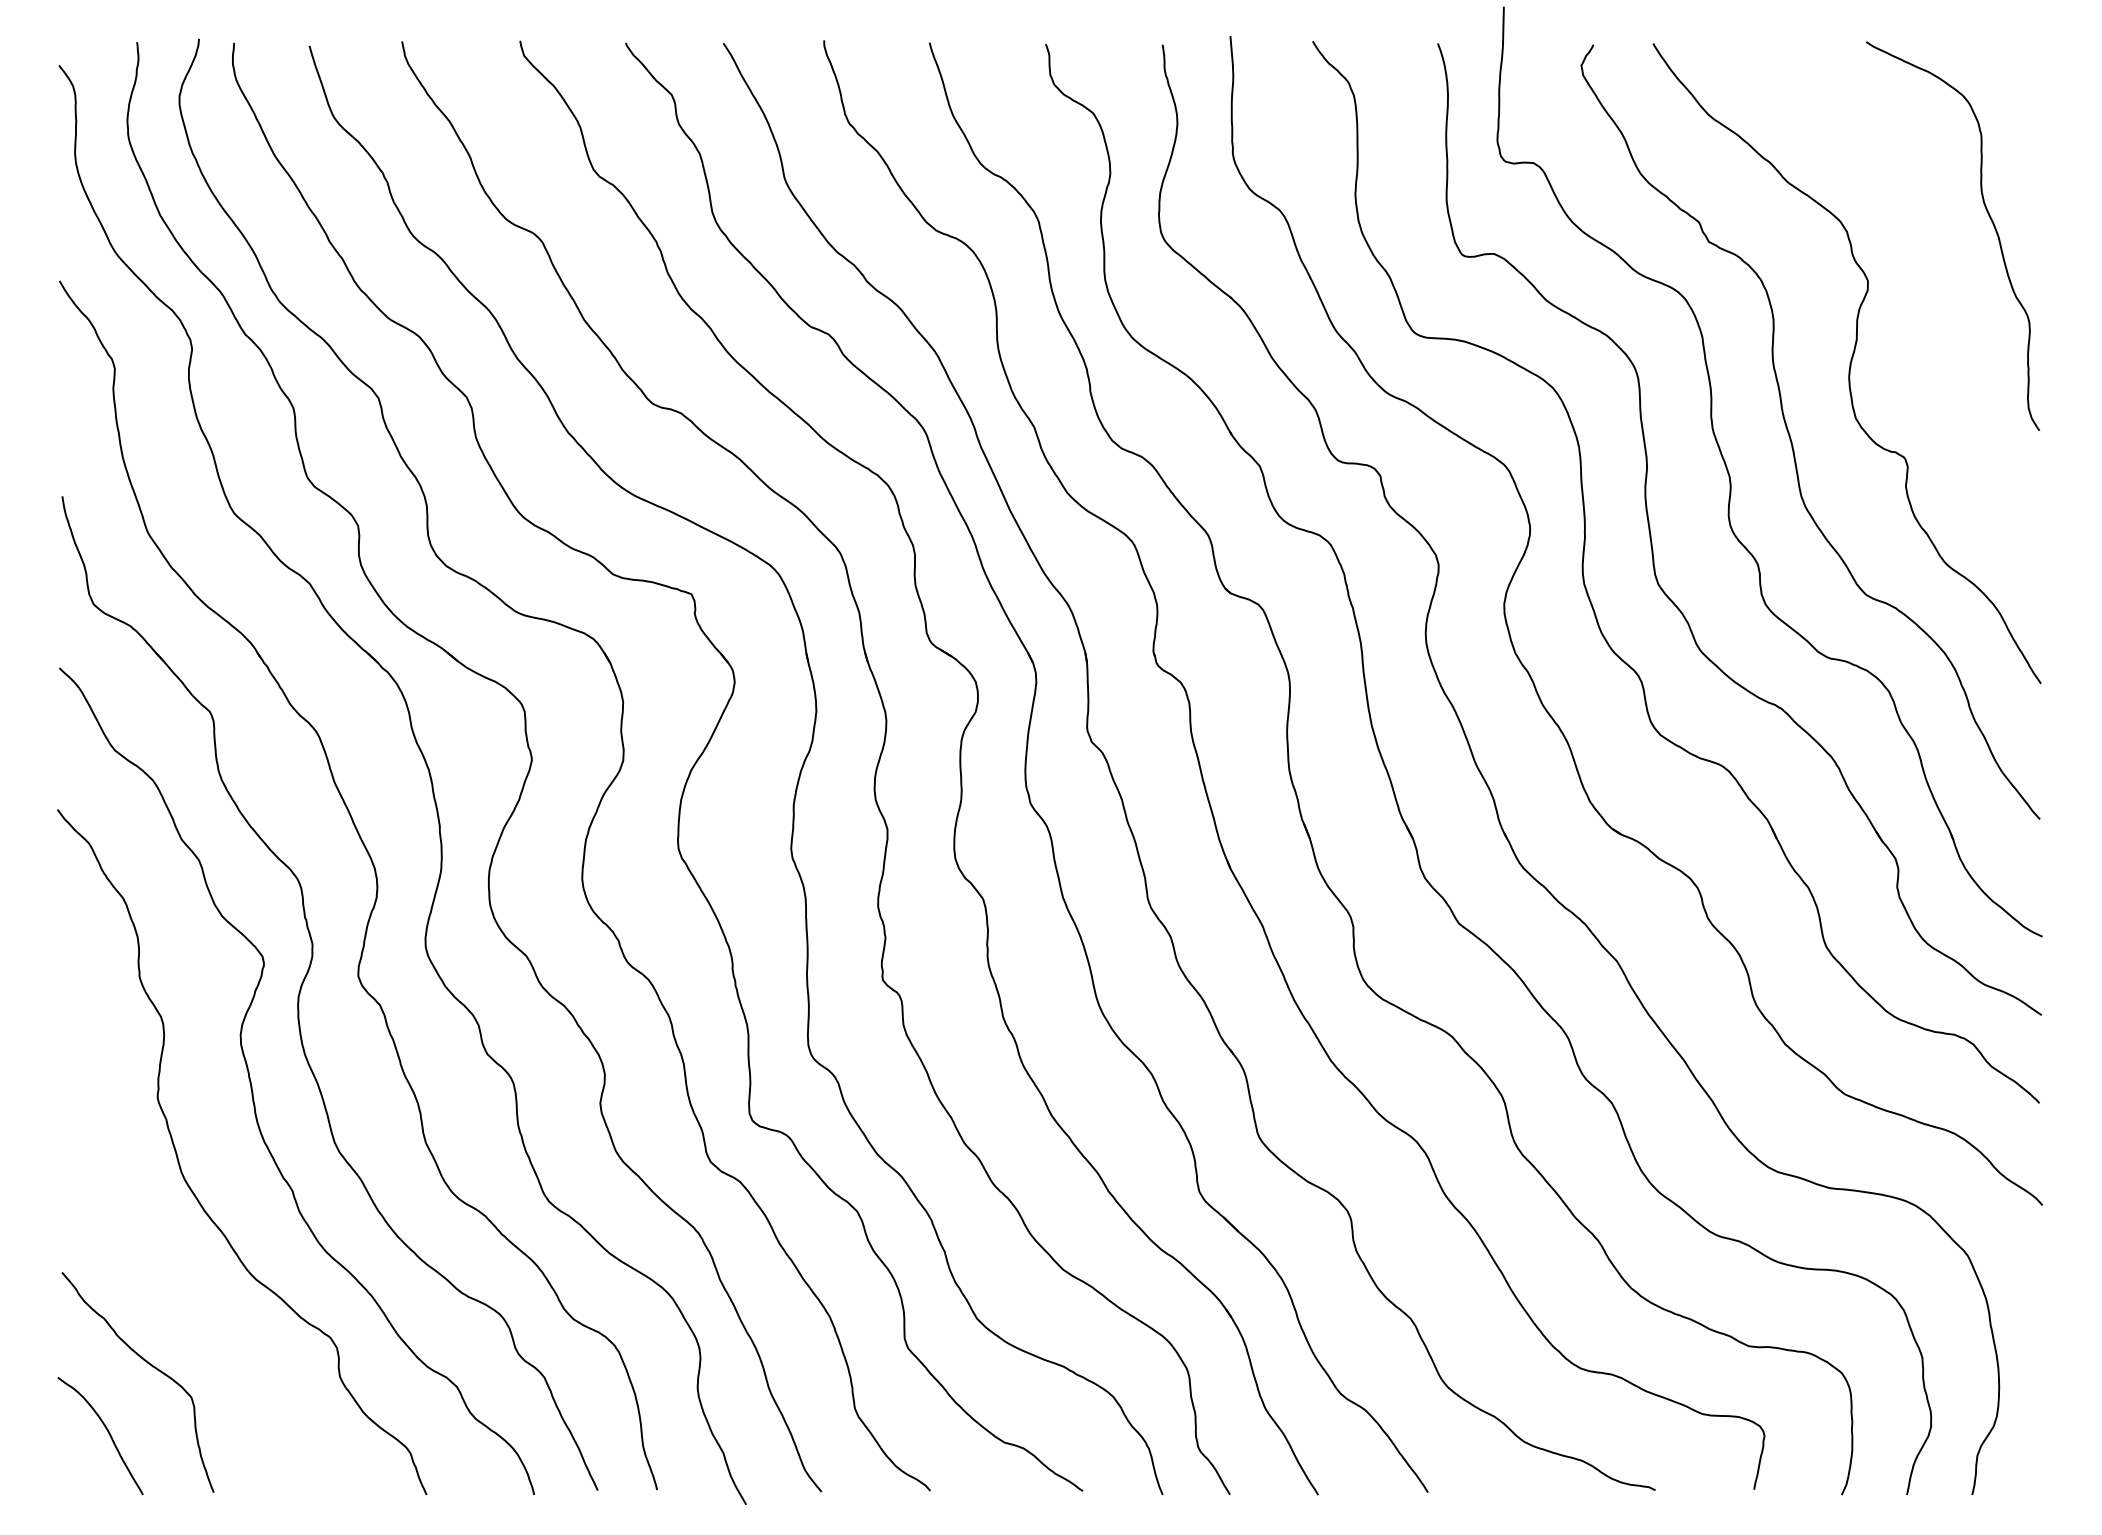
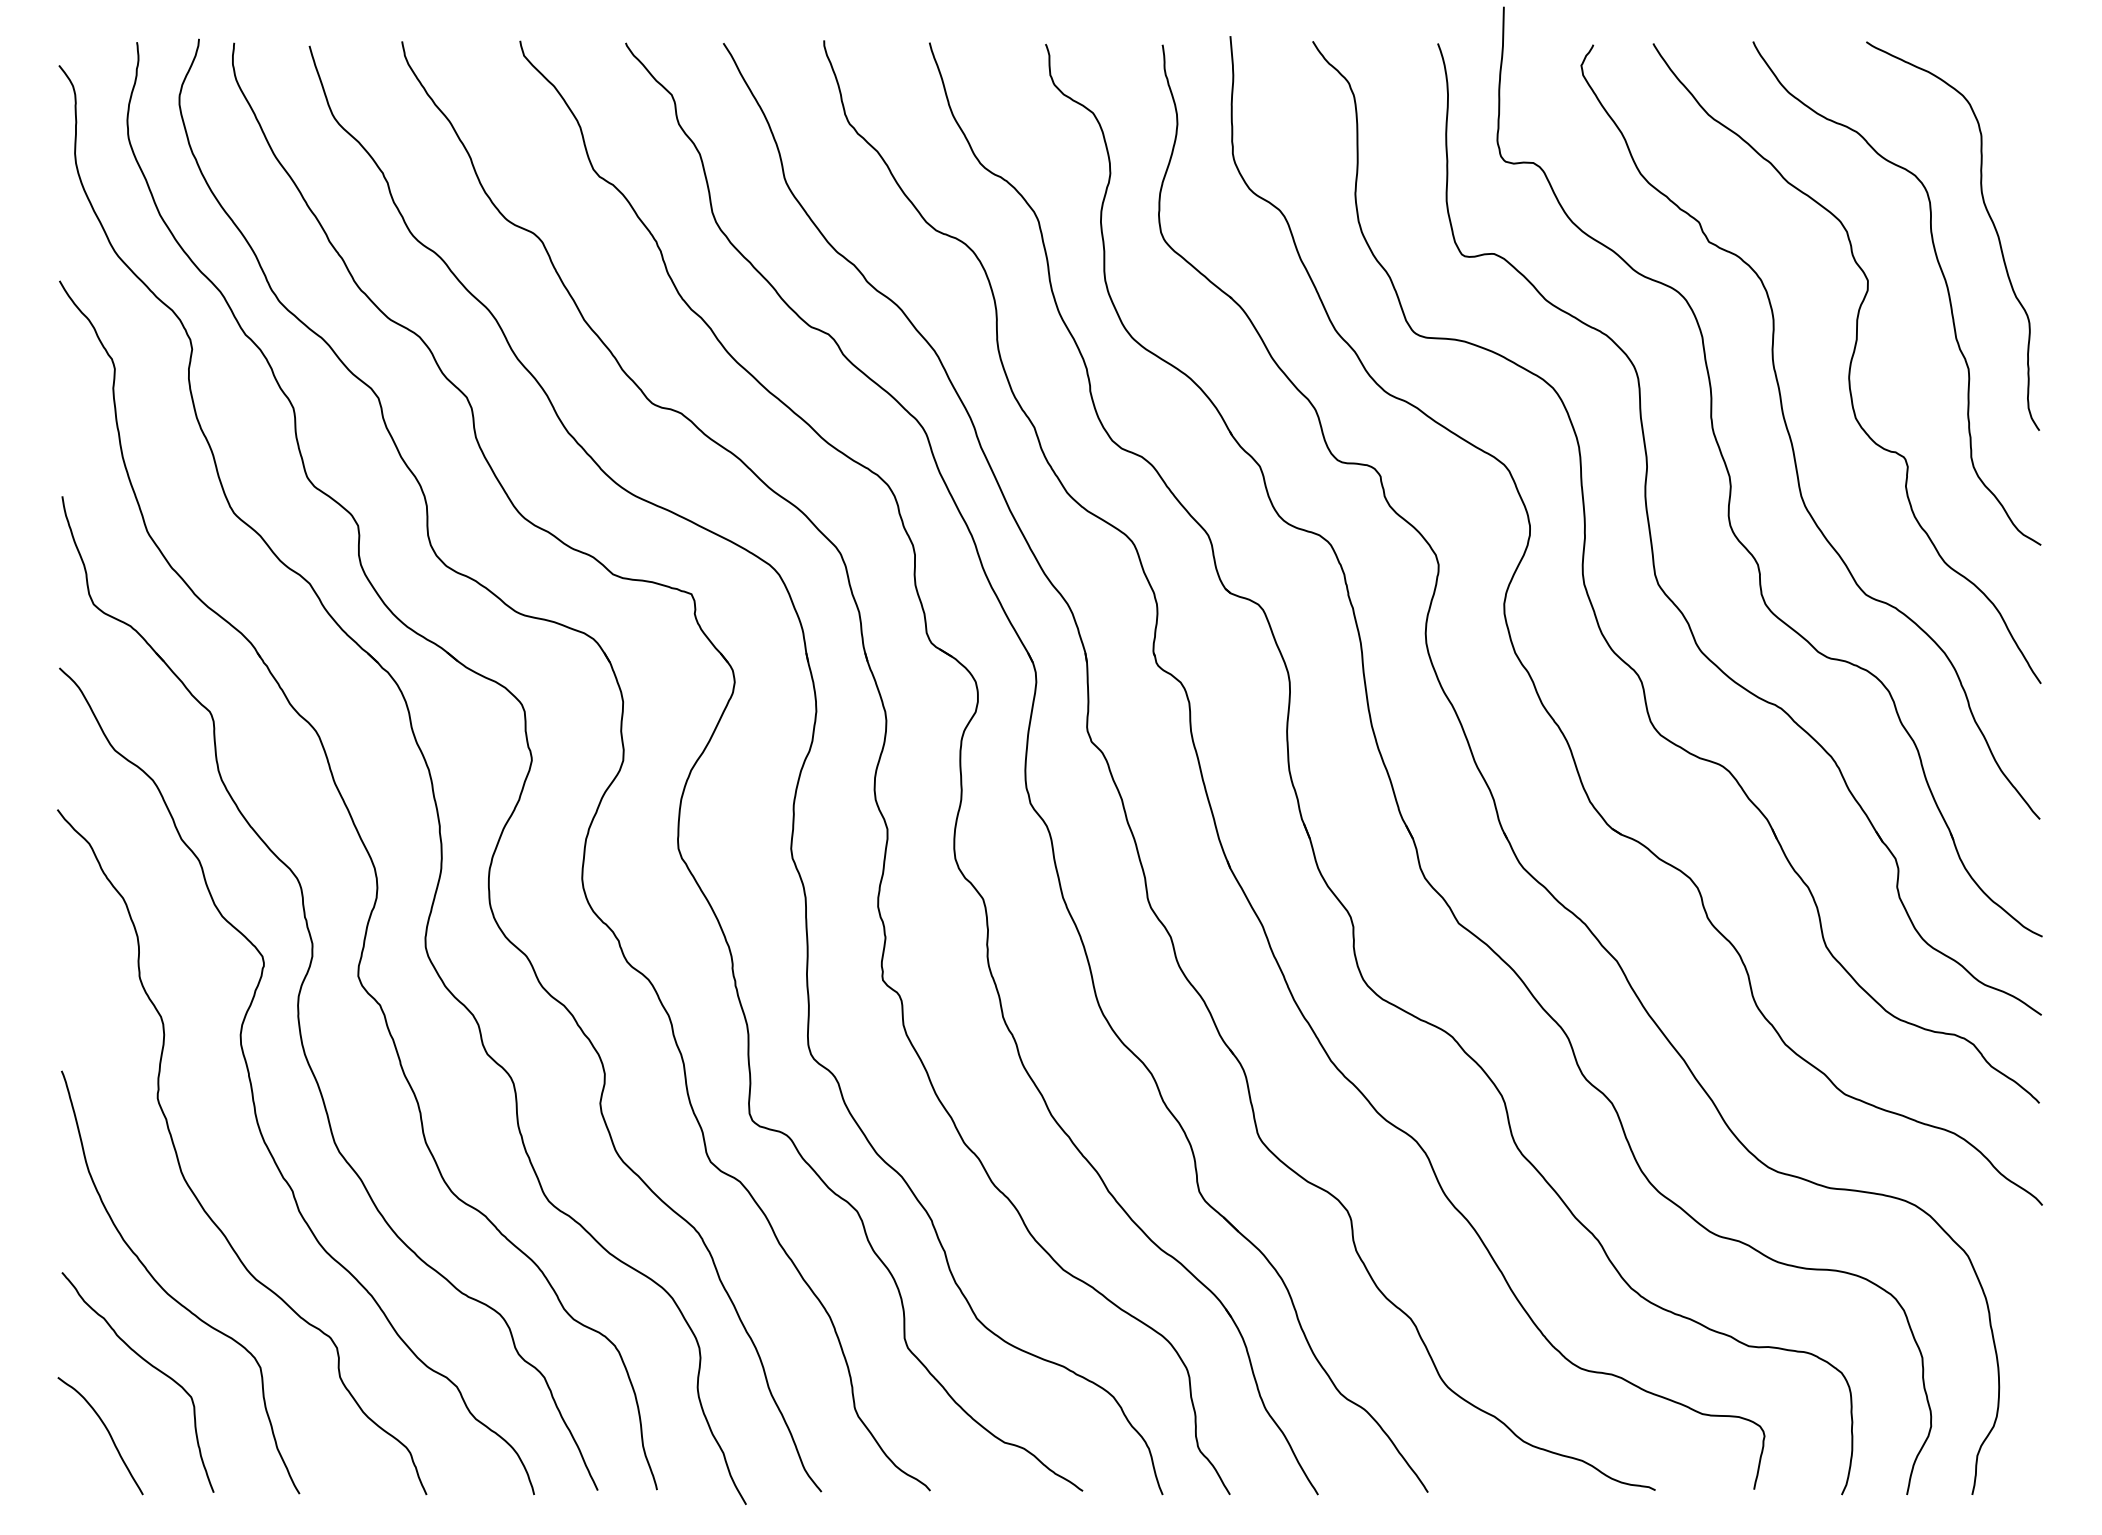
curve at (1941, 273): none -> present
curve at (170, 1294): none -> present
